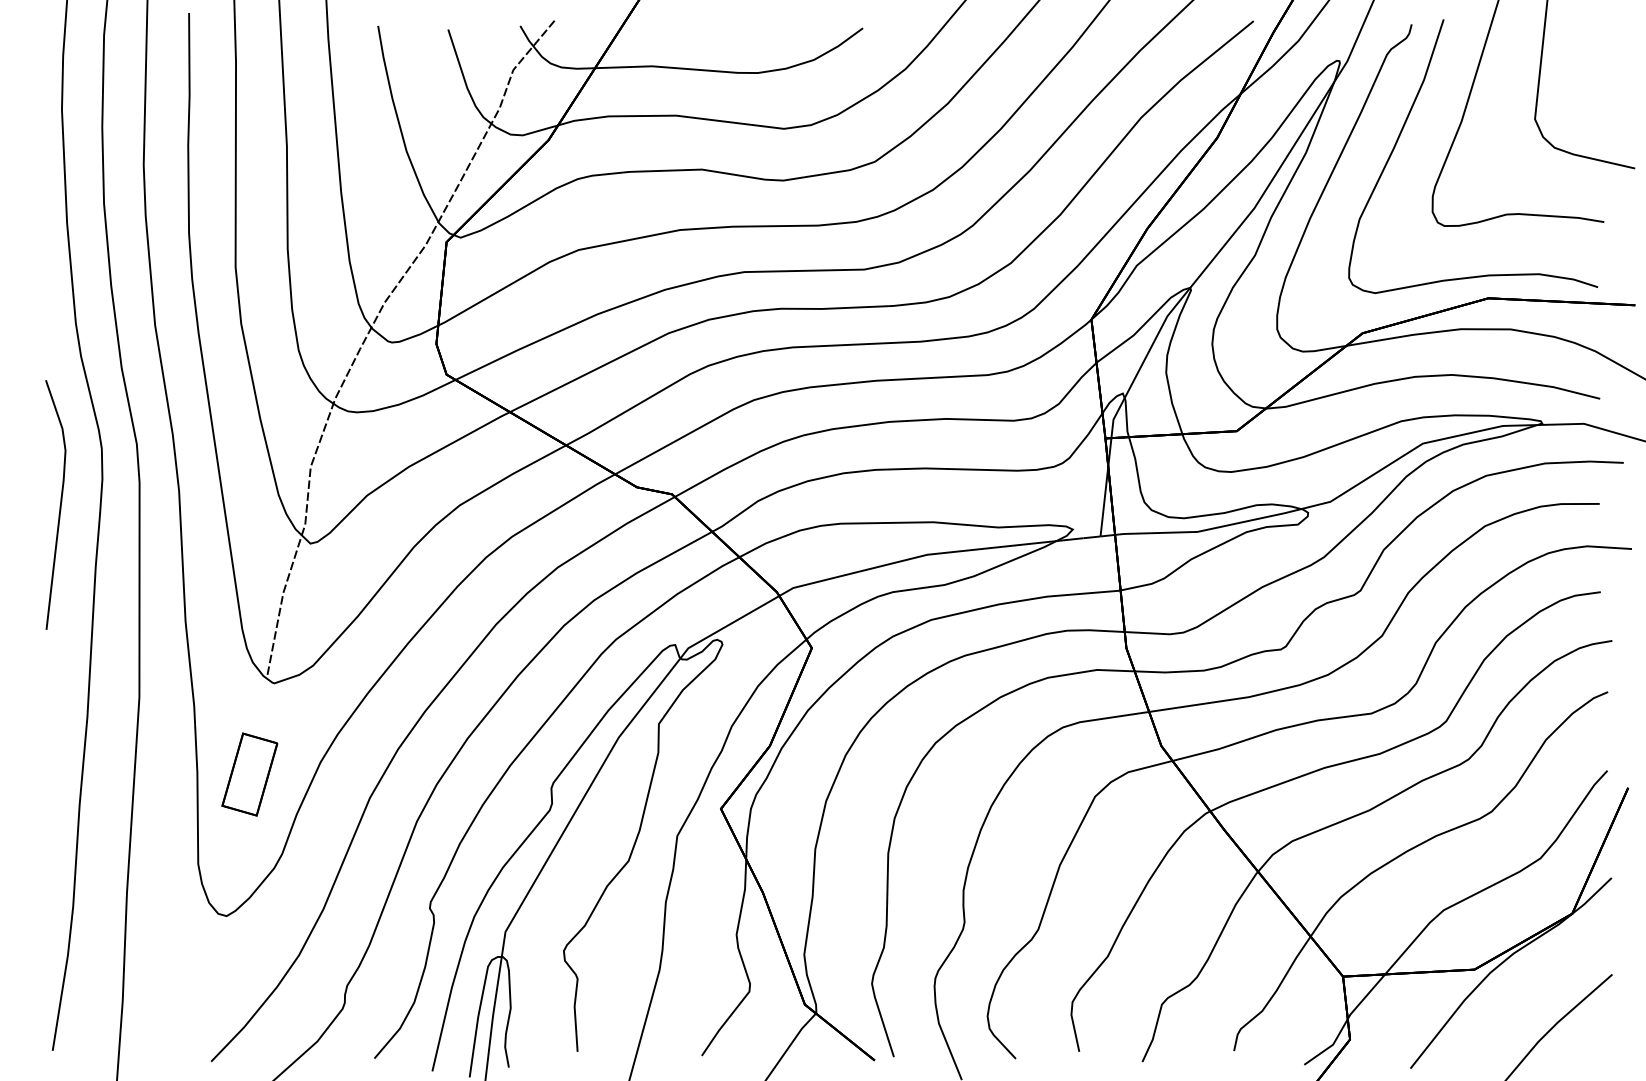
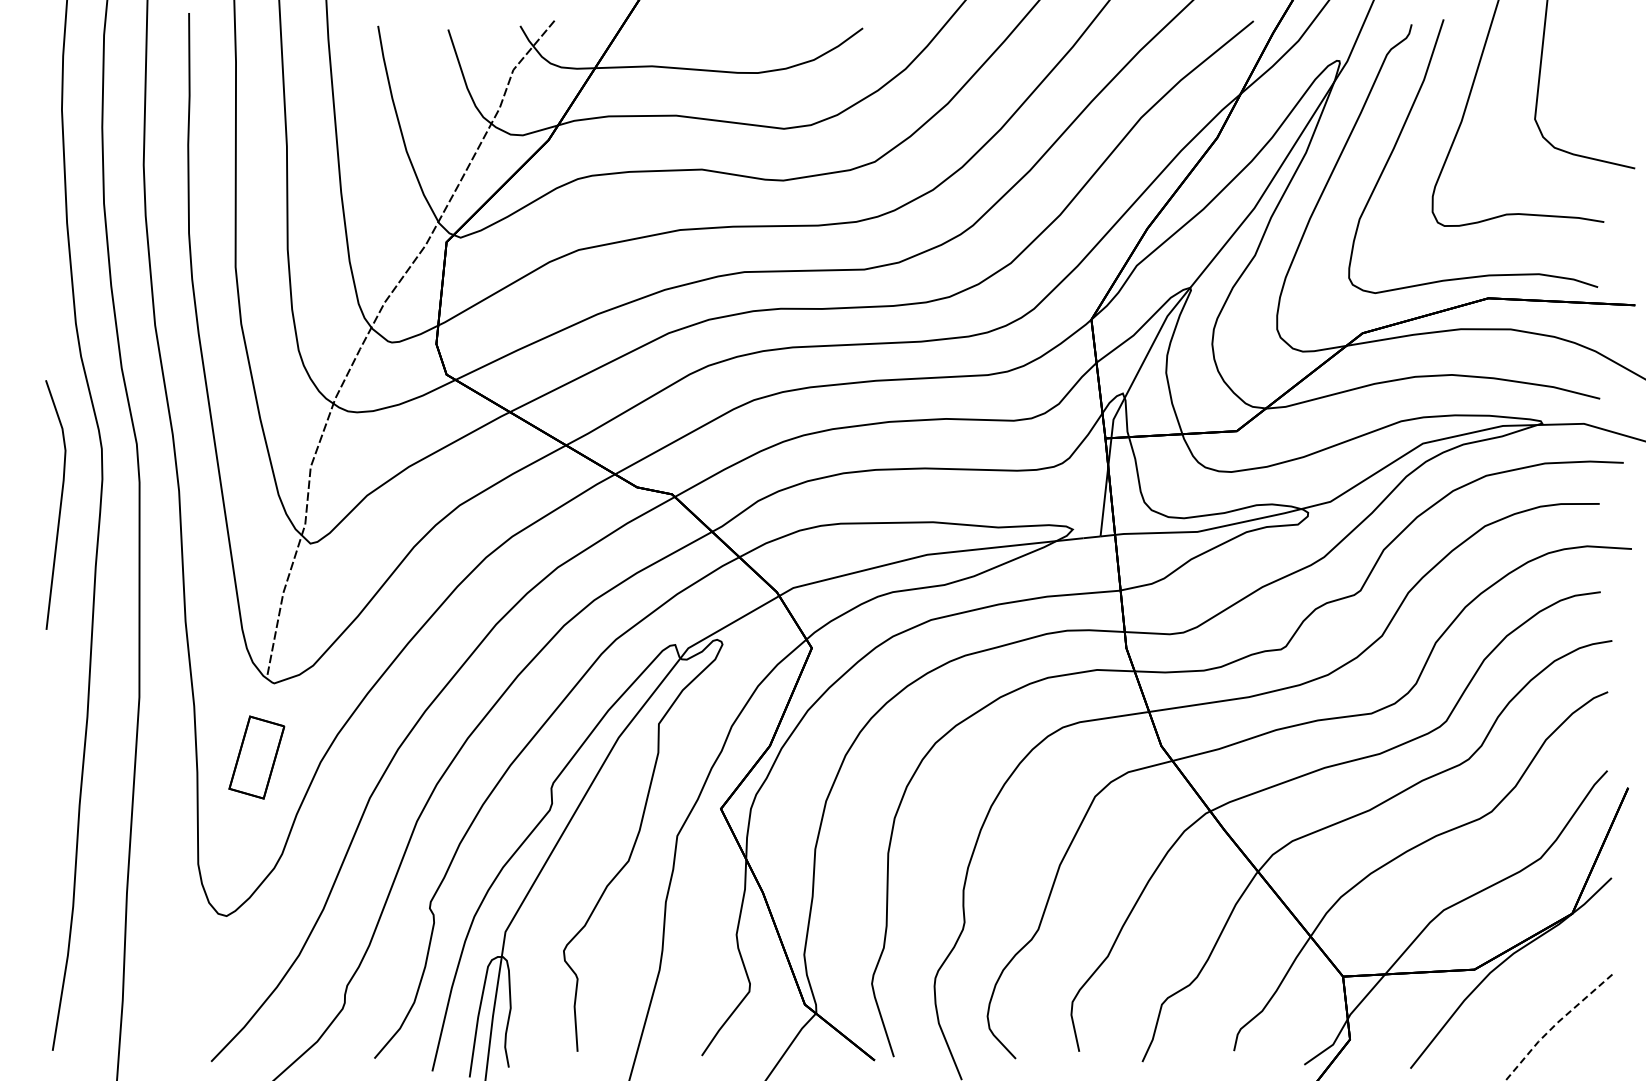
part at (249, 774) position: (249, 774) -> (256, 757)
line at (1555, 1024): solid -> dashed
